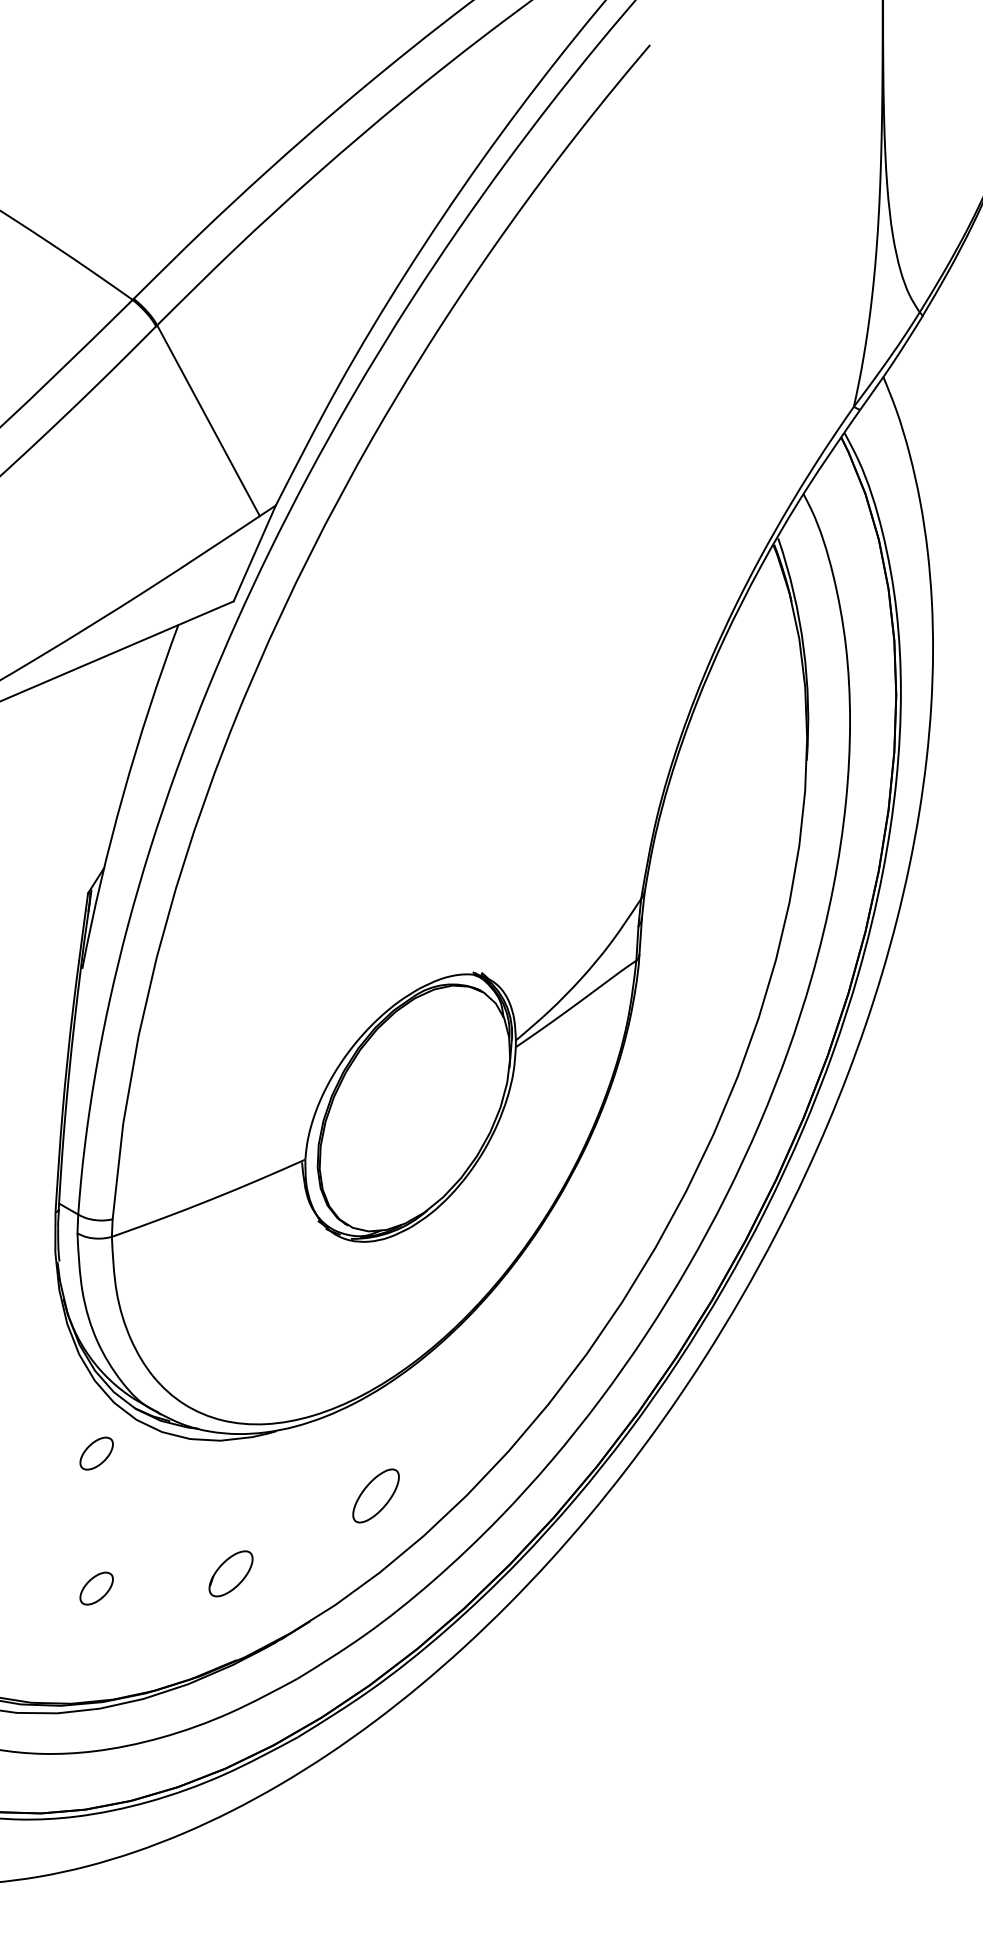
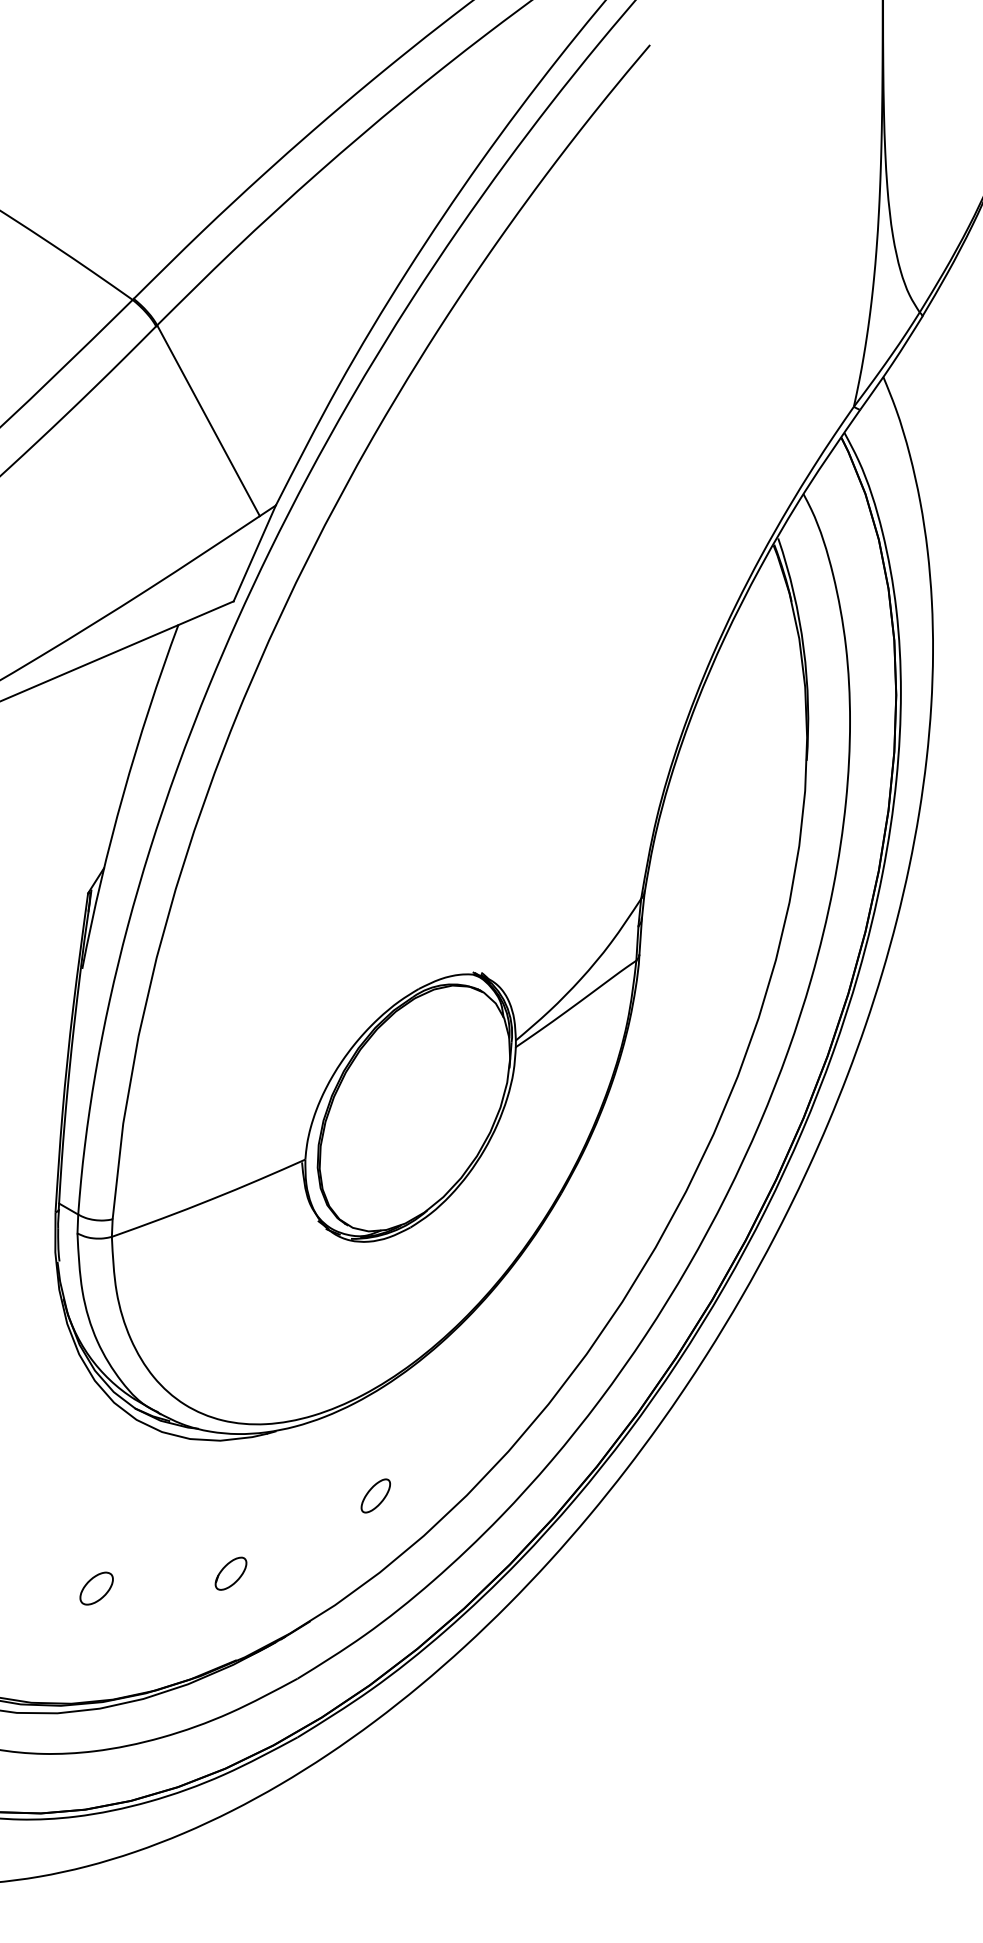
part at (96, 1453): present -> none
part at (375, 1495) size: 48x56 px -> 31x36 px
part at (230, 1573) size: 46x48 px -> 34x35 px
